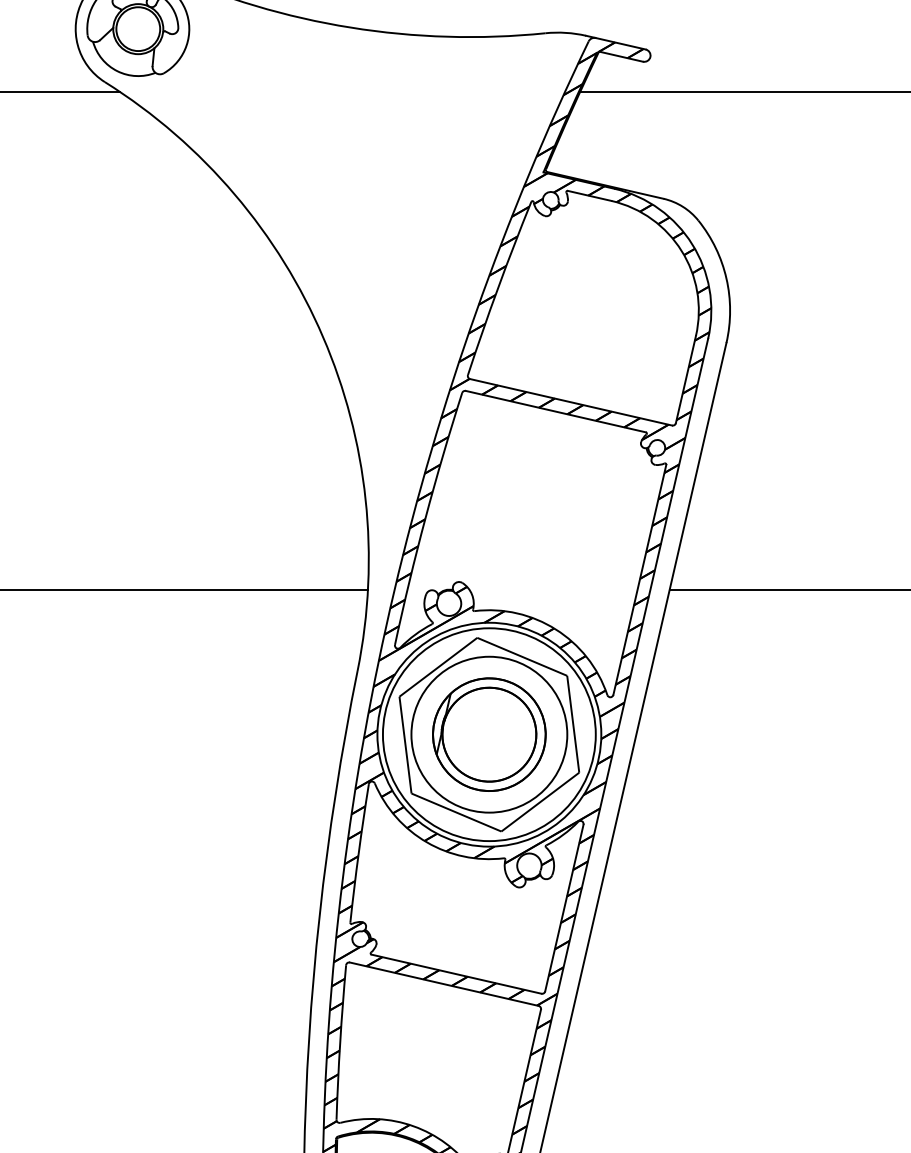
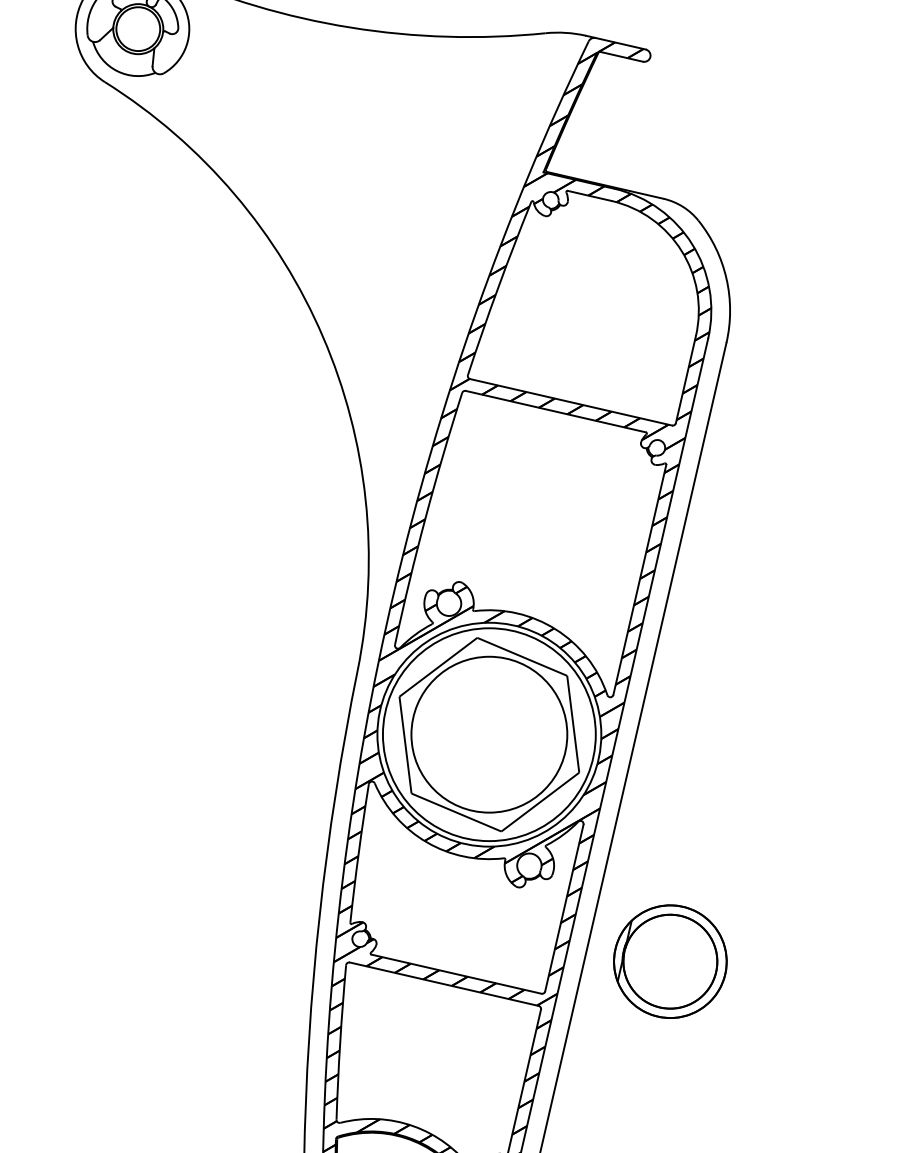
line at (60, 91): present -> none
line at (743, 91): present -> none
line at (184, 590): present -> none
line at (788, 590): present -> none
part at (489, 734) position: (489, 734) -> (670, 961)
